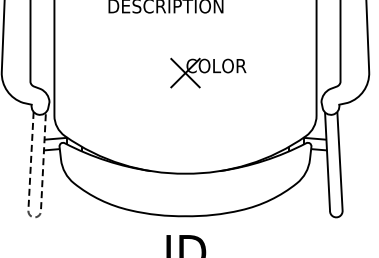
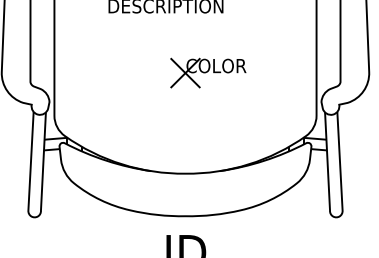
line at (34, 217): dashed -> solid
